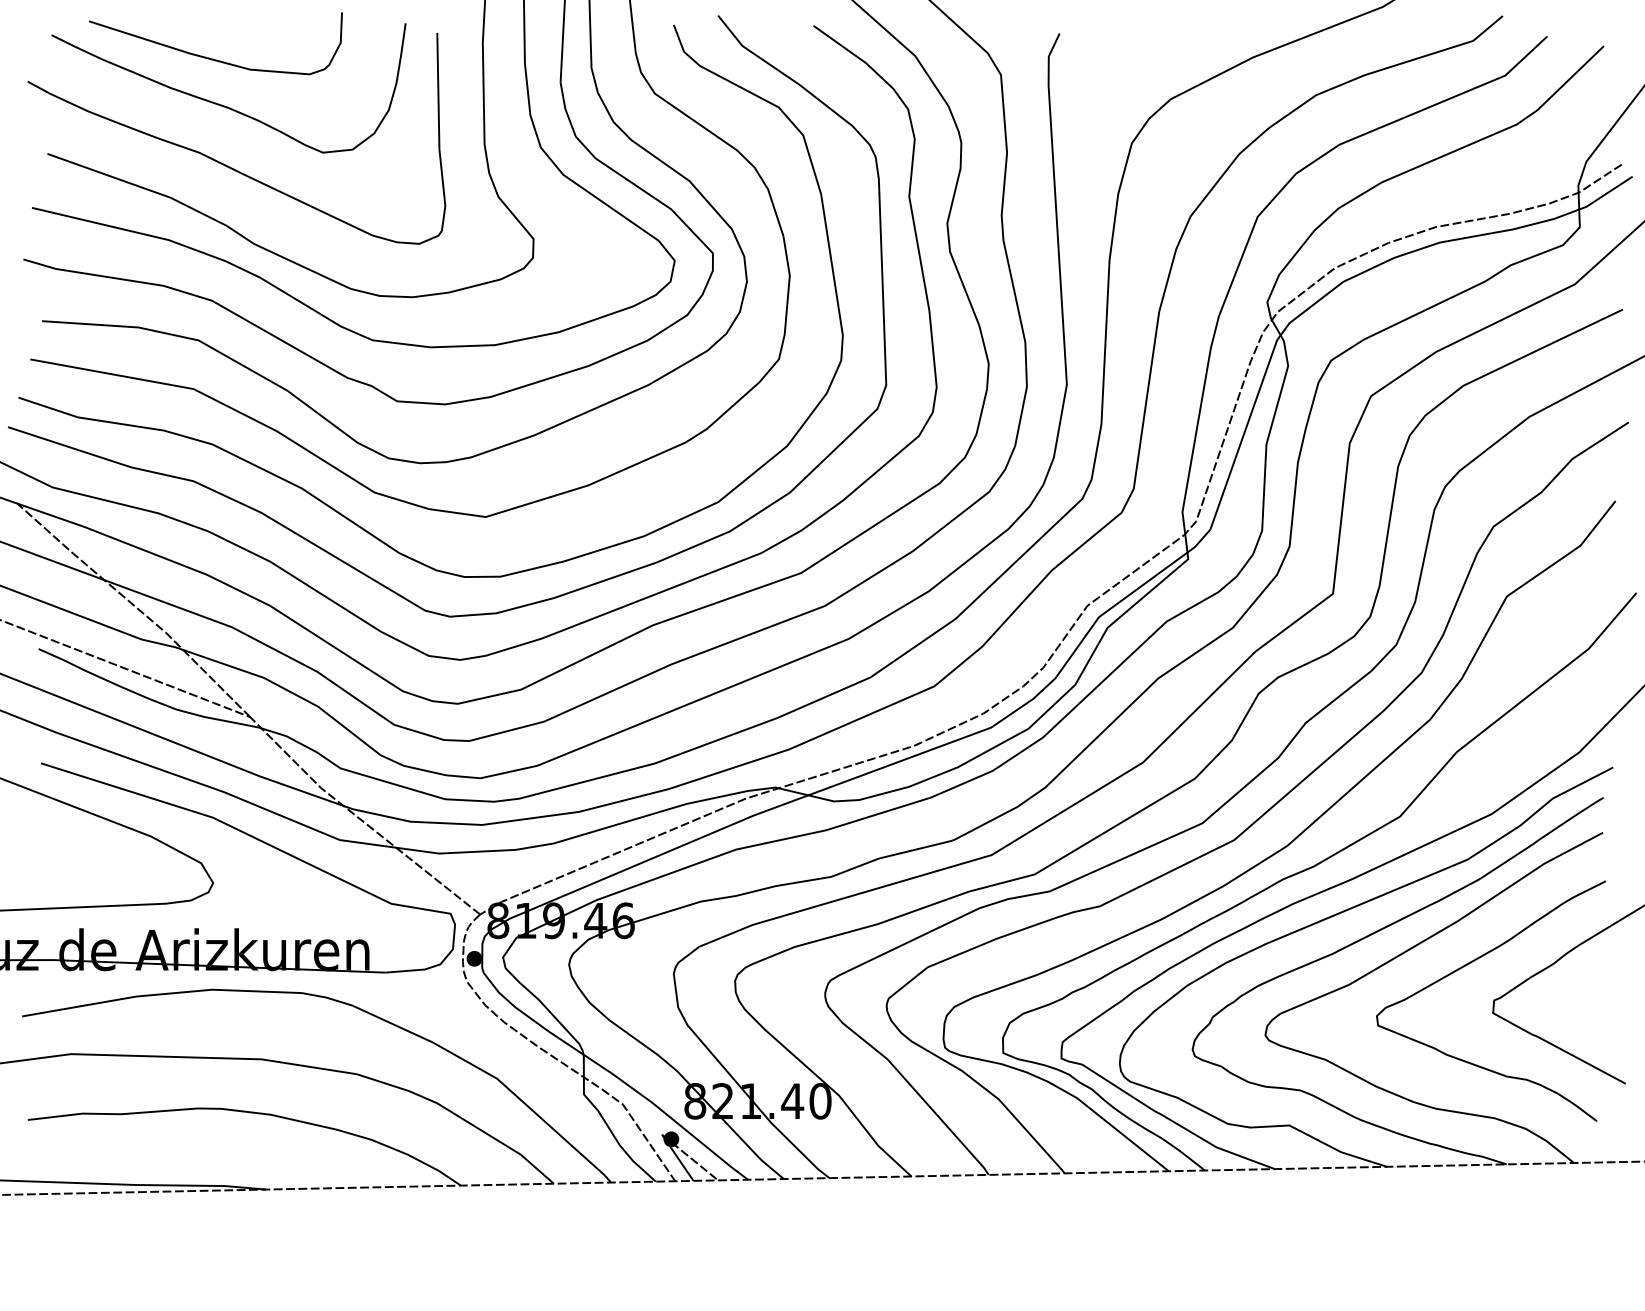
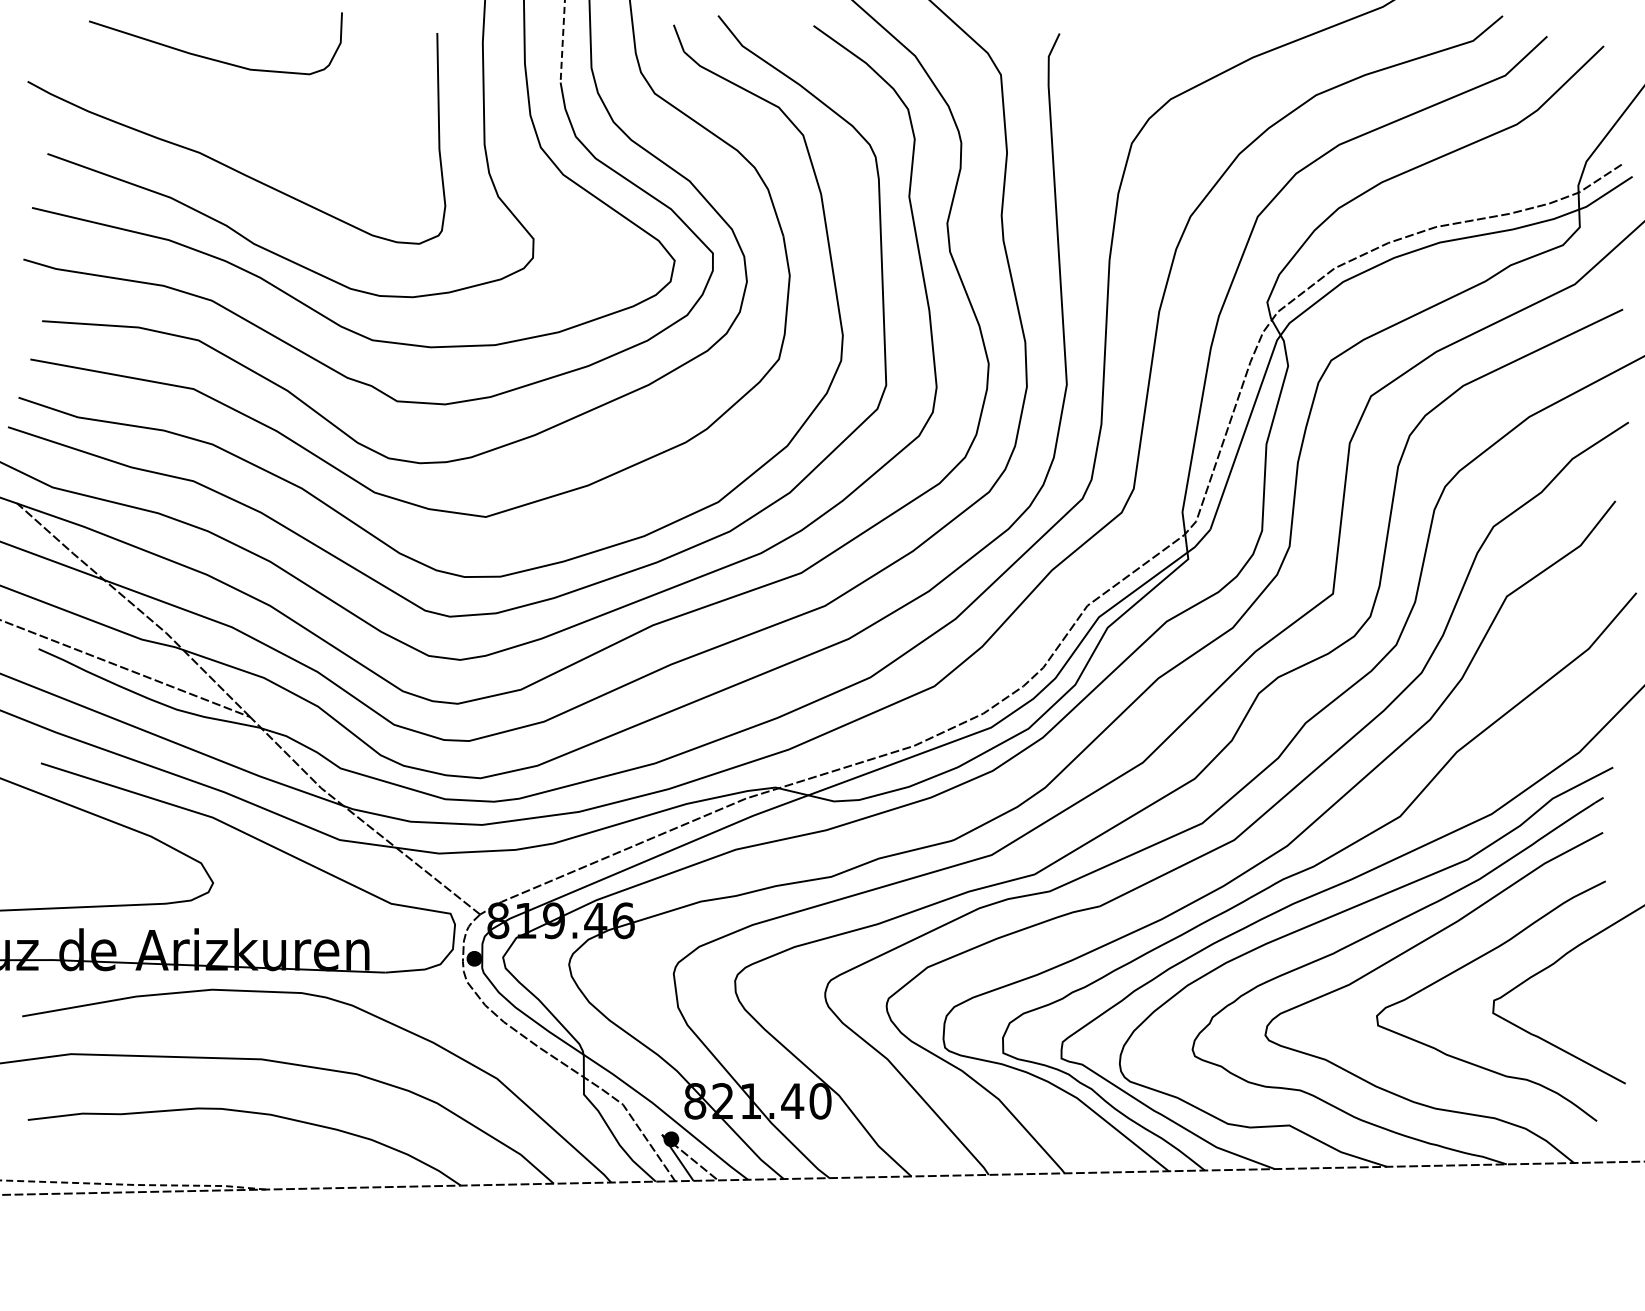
line at (562, 41): solid -> dashed
curve at (222, 104): present -> none
line at (135, 1184): solid -> dashed
